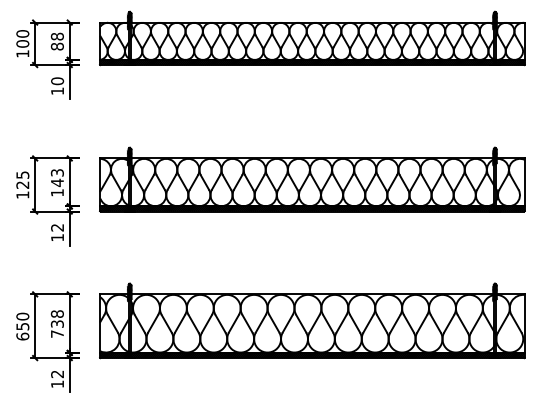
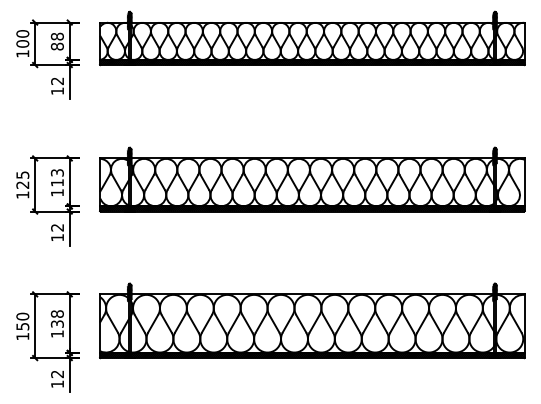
text at (57, 81): 10 -> 12
text at (57, 182): 143 -> 113
text at (57, 333): 738 -> 138
text at (22, 336): 650 -> 150
